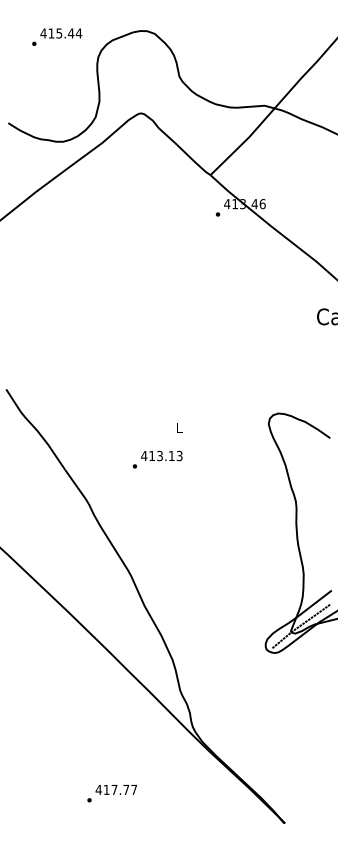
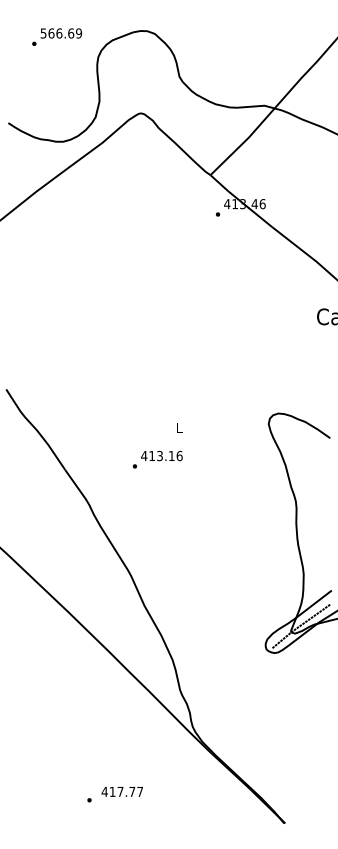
text at (61, 33): 415.44 -> 566.69
text at (179, 455): 413.13 -> 413.16
text at (115, 789) position: (115, 789) -> (121, 791)
